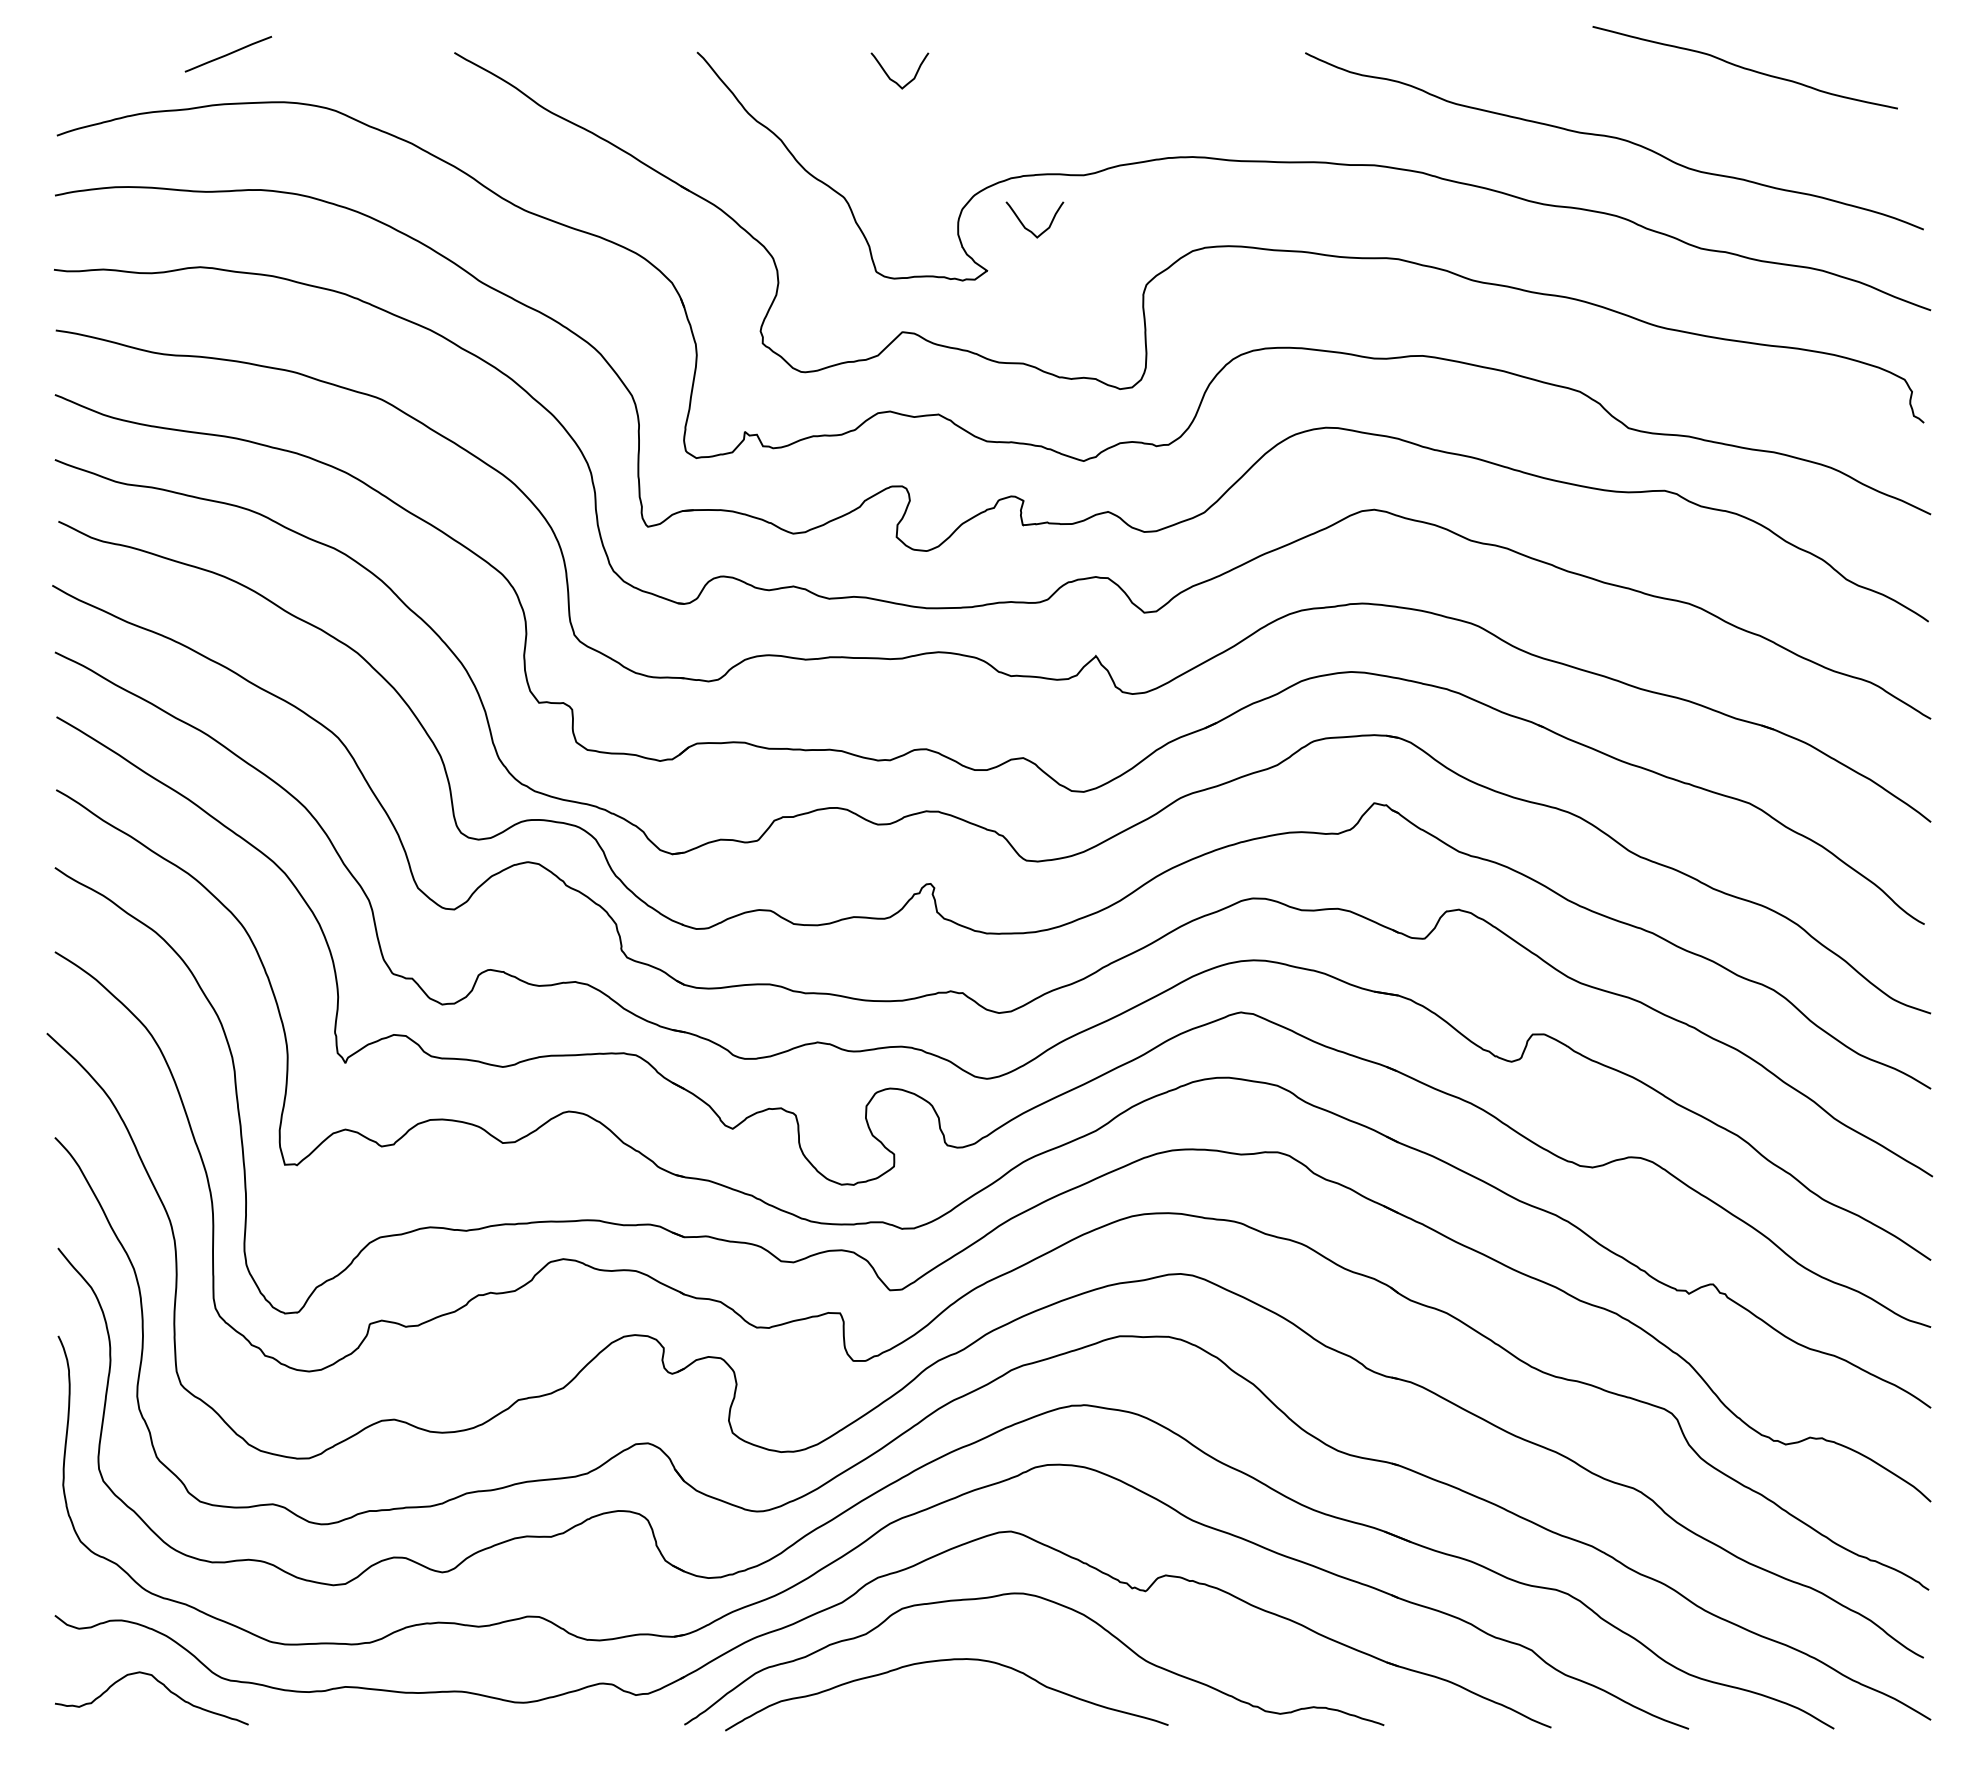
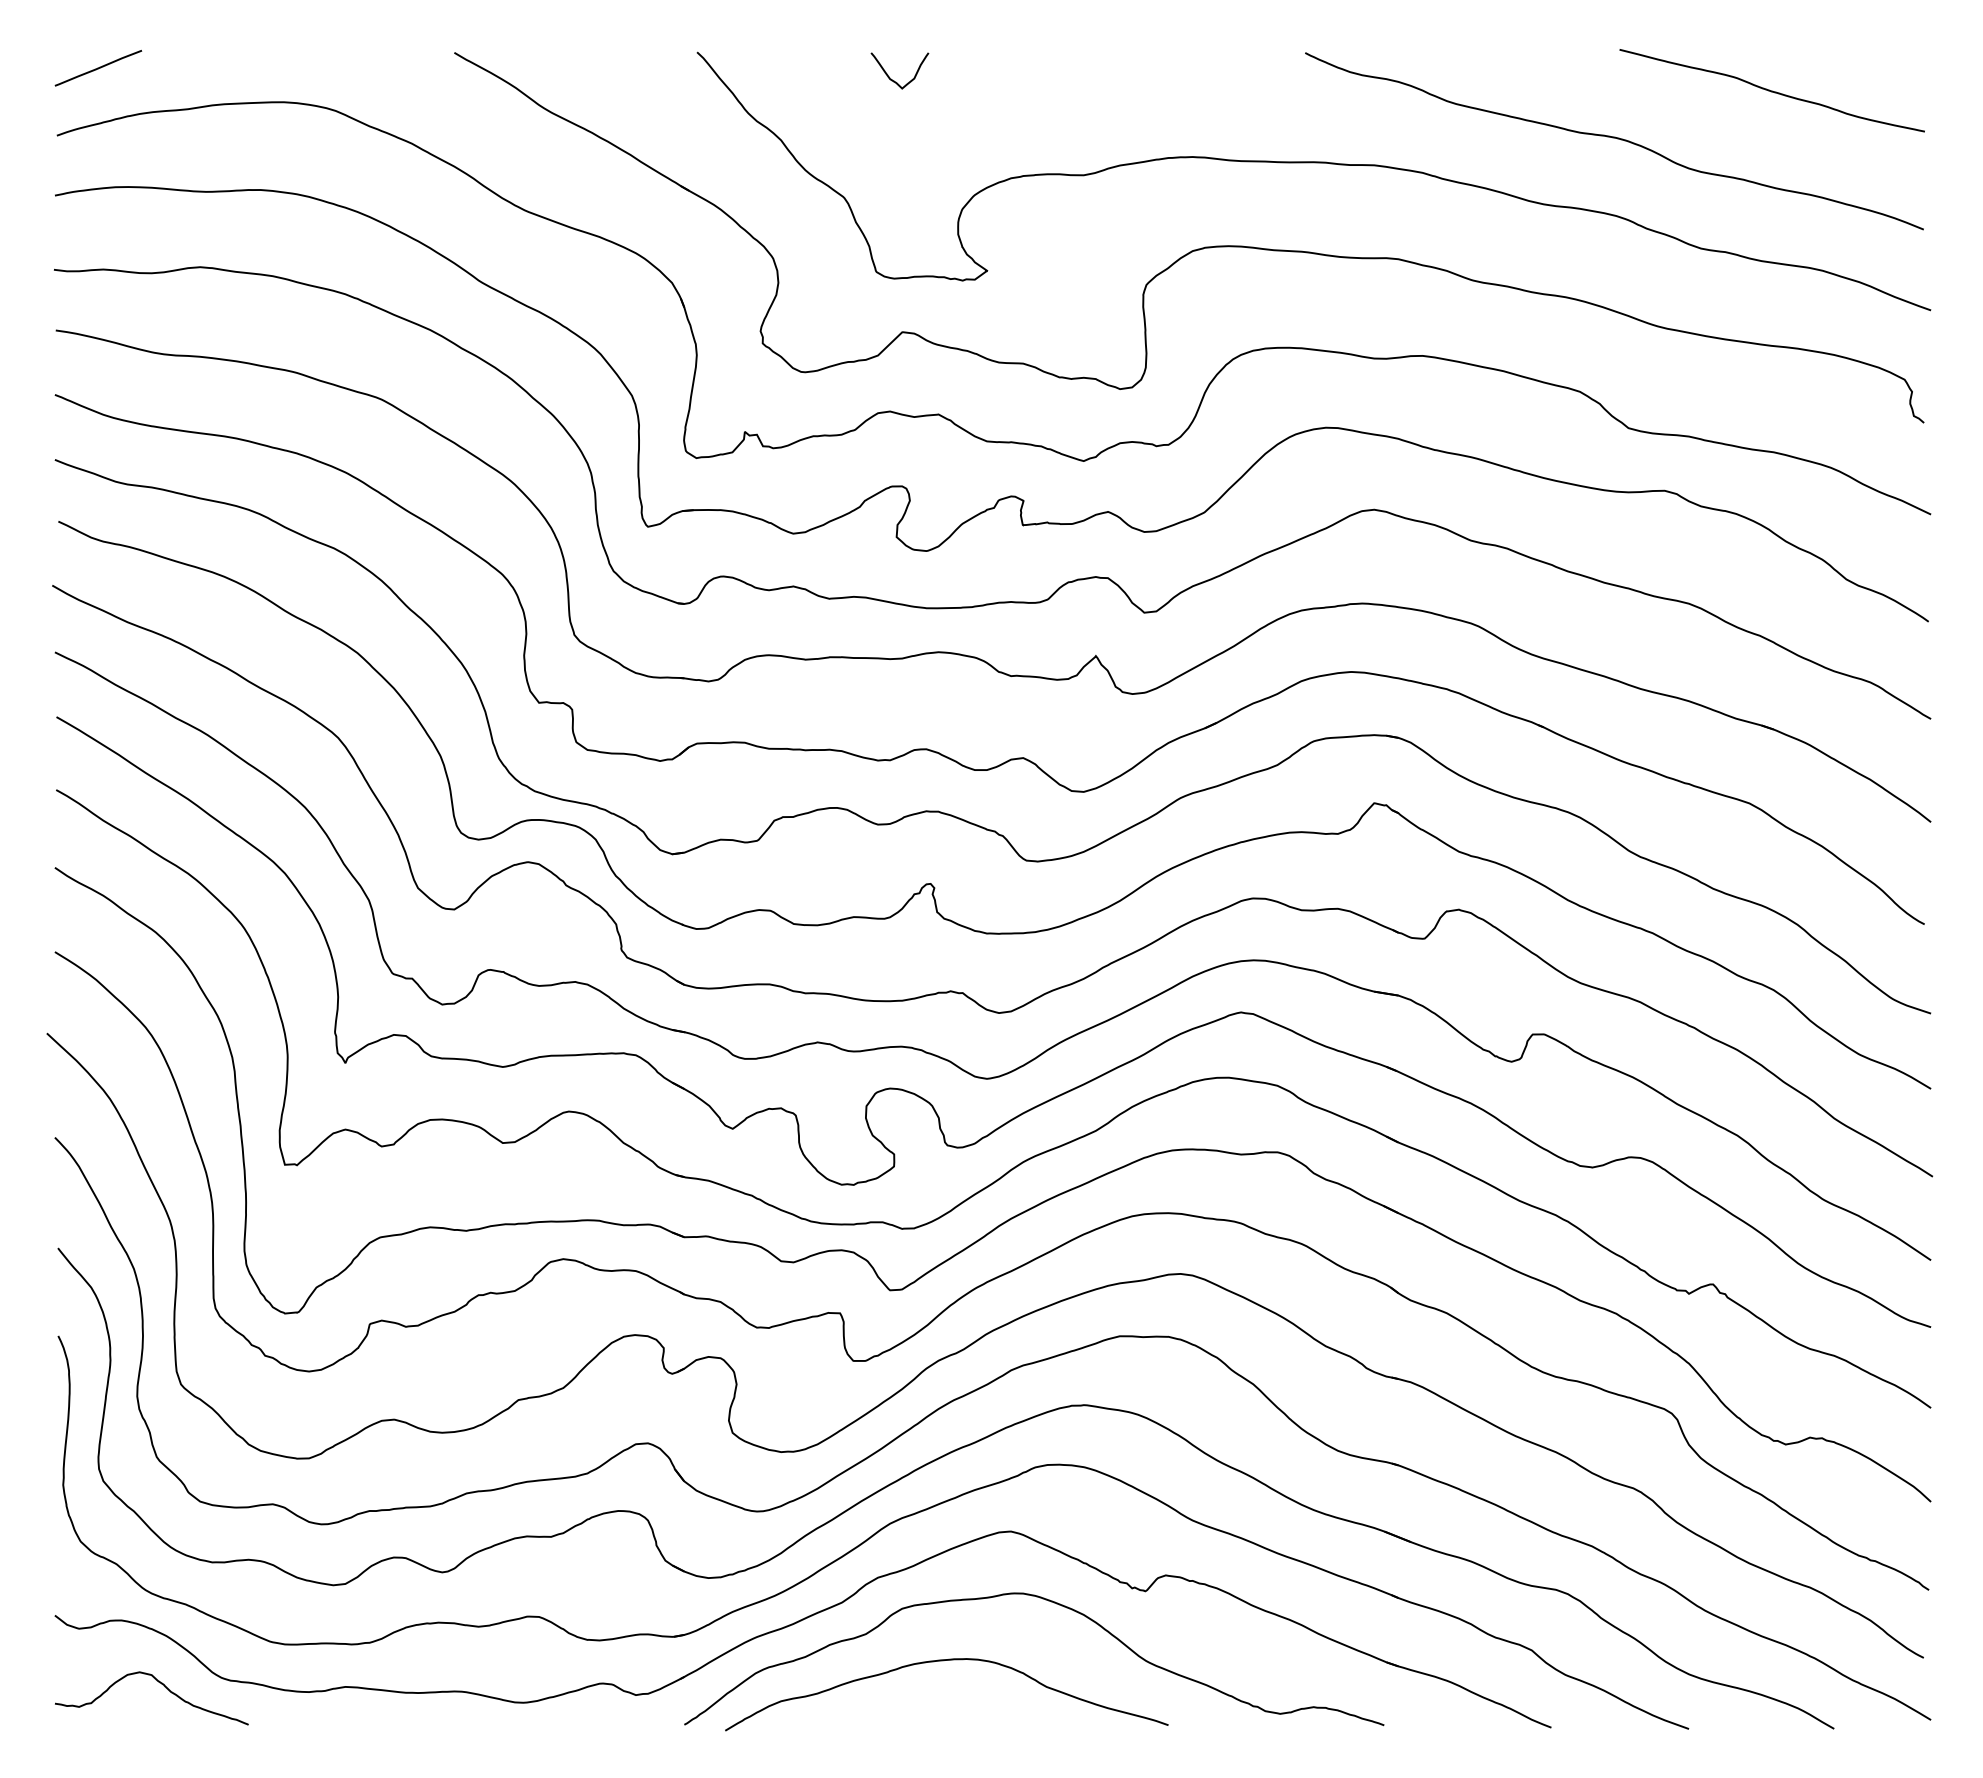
line at (228, 54) position: (228, 54) -> (98, 68)
curve at (1744, 67) position: (1744, 67) -> (1771, 90)
curve at (1029, 229): present -> none
